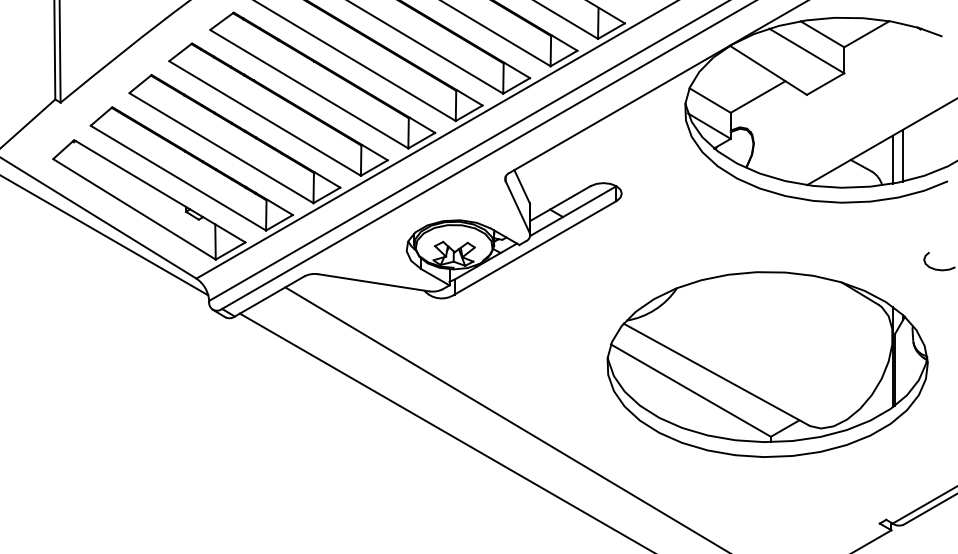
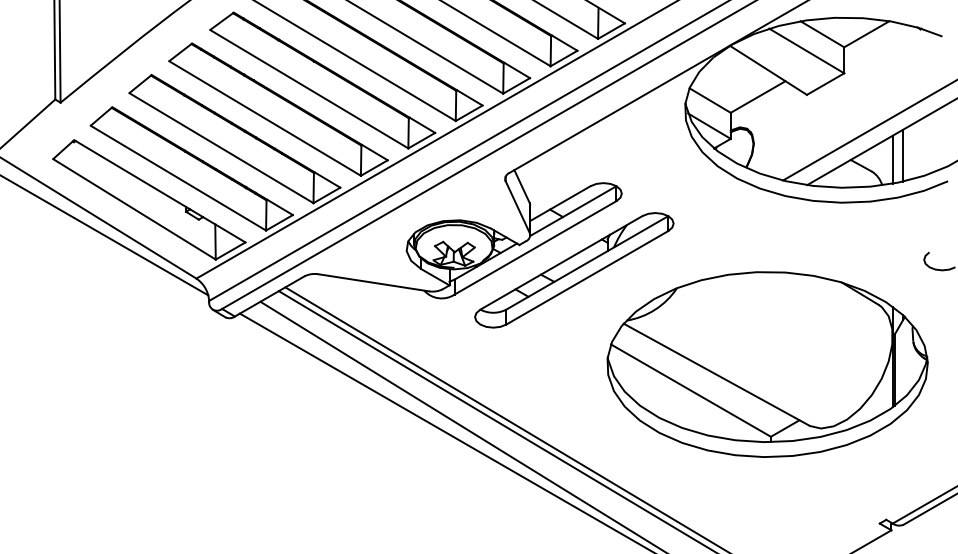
line at (868, 130): none -> present
part at (574, 270): none -> present
line at (495, 420): none -> present
line at (461, 425): none -> present
